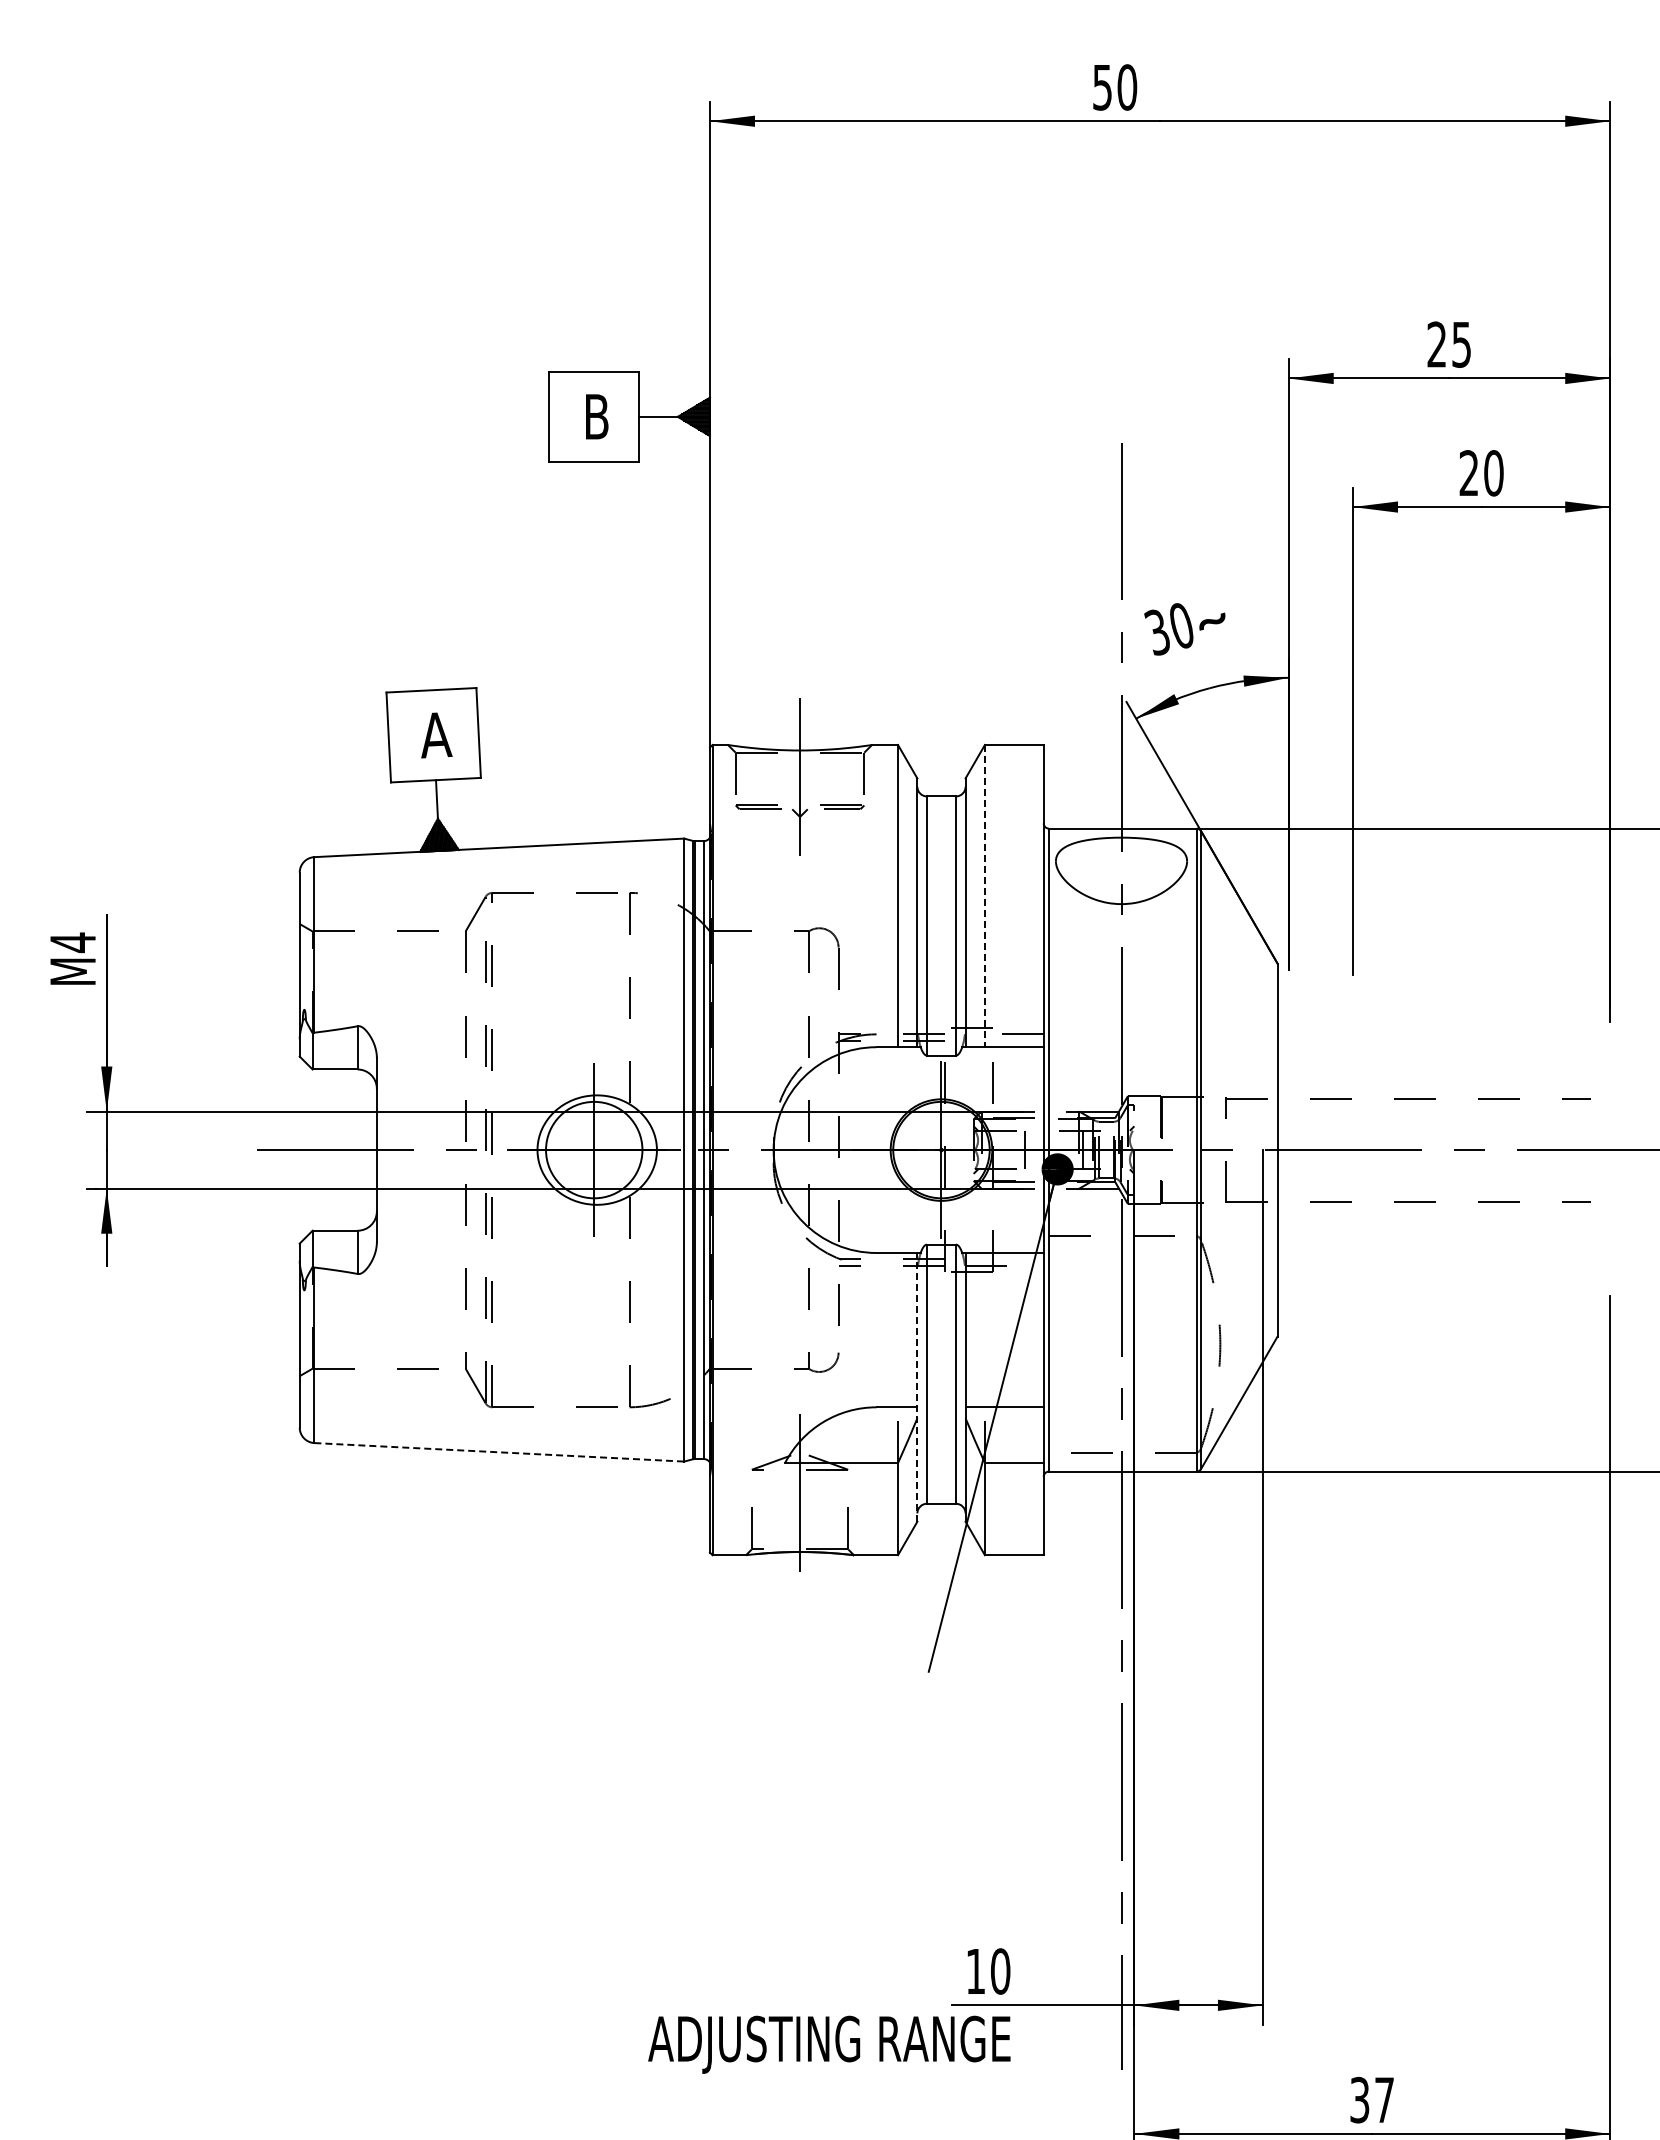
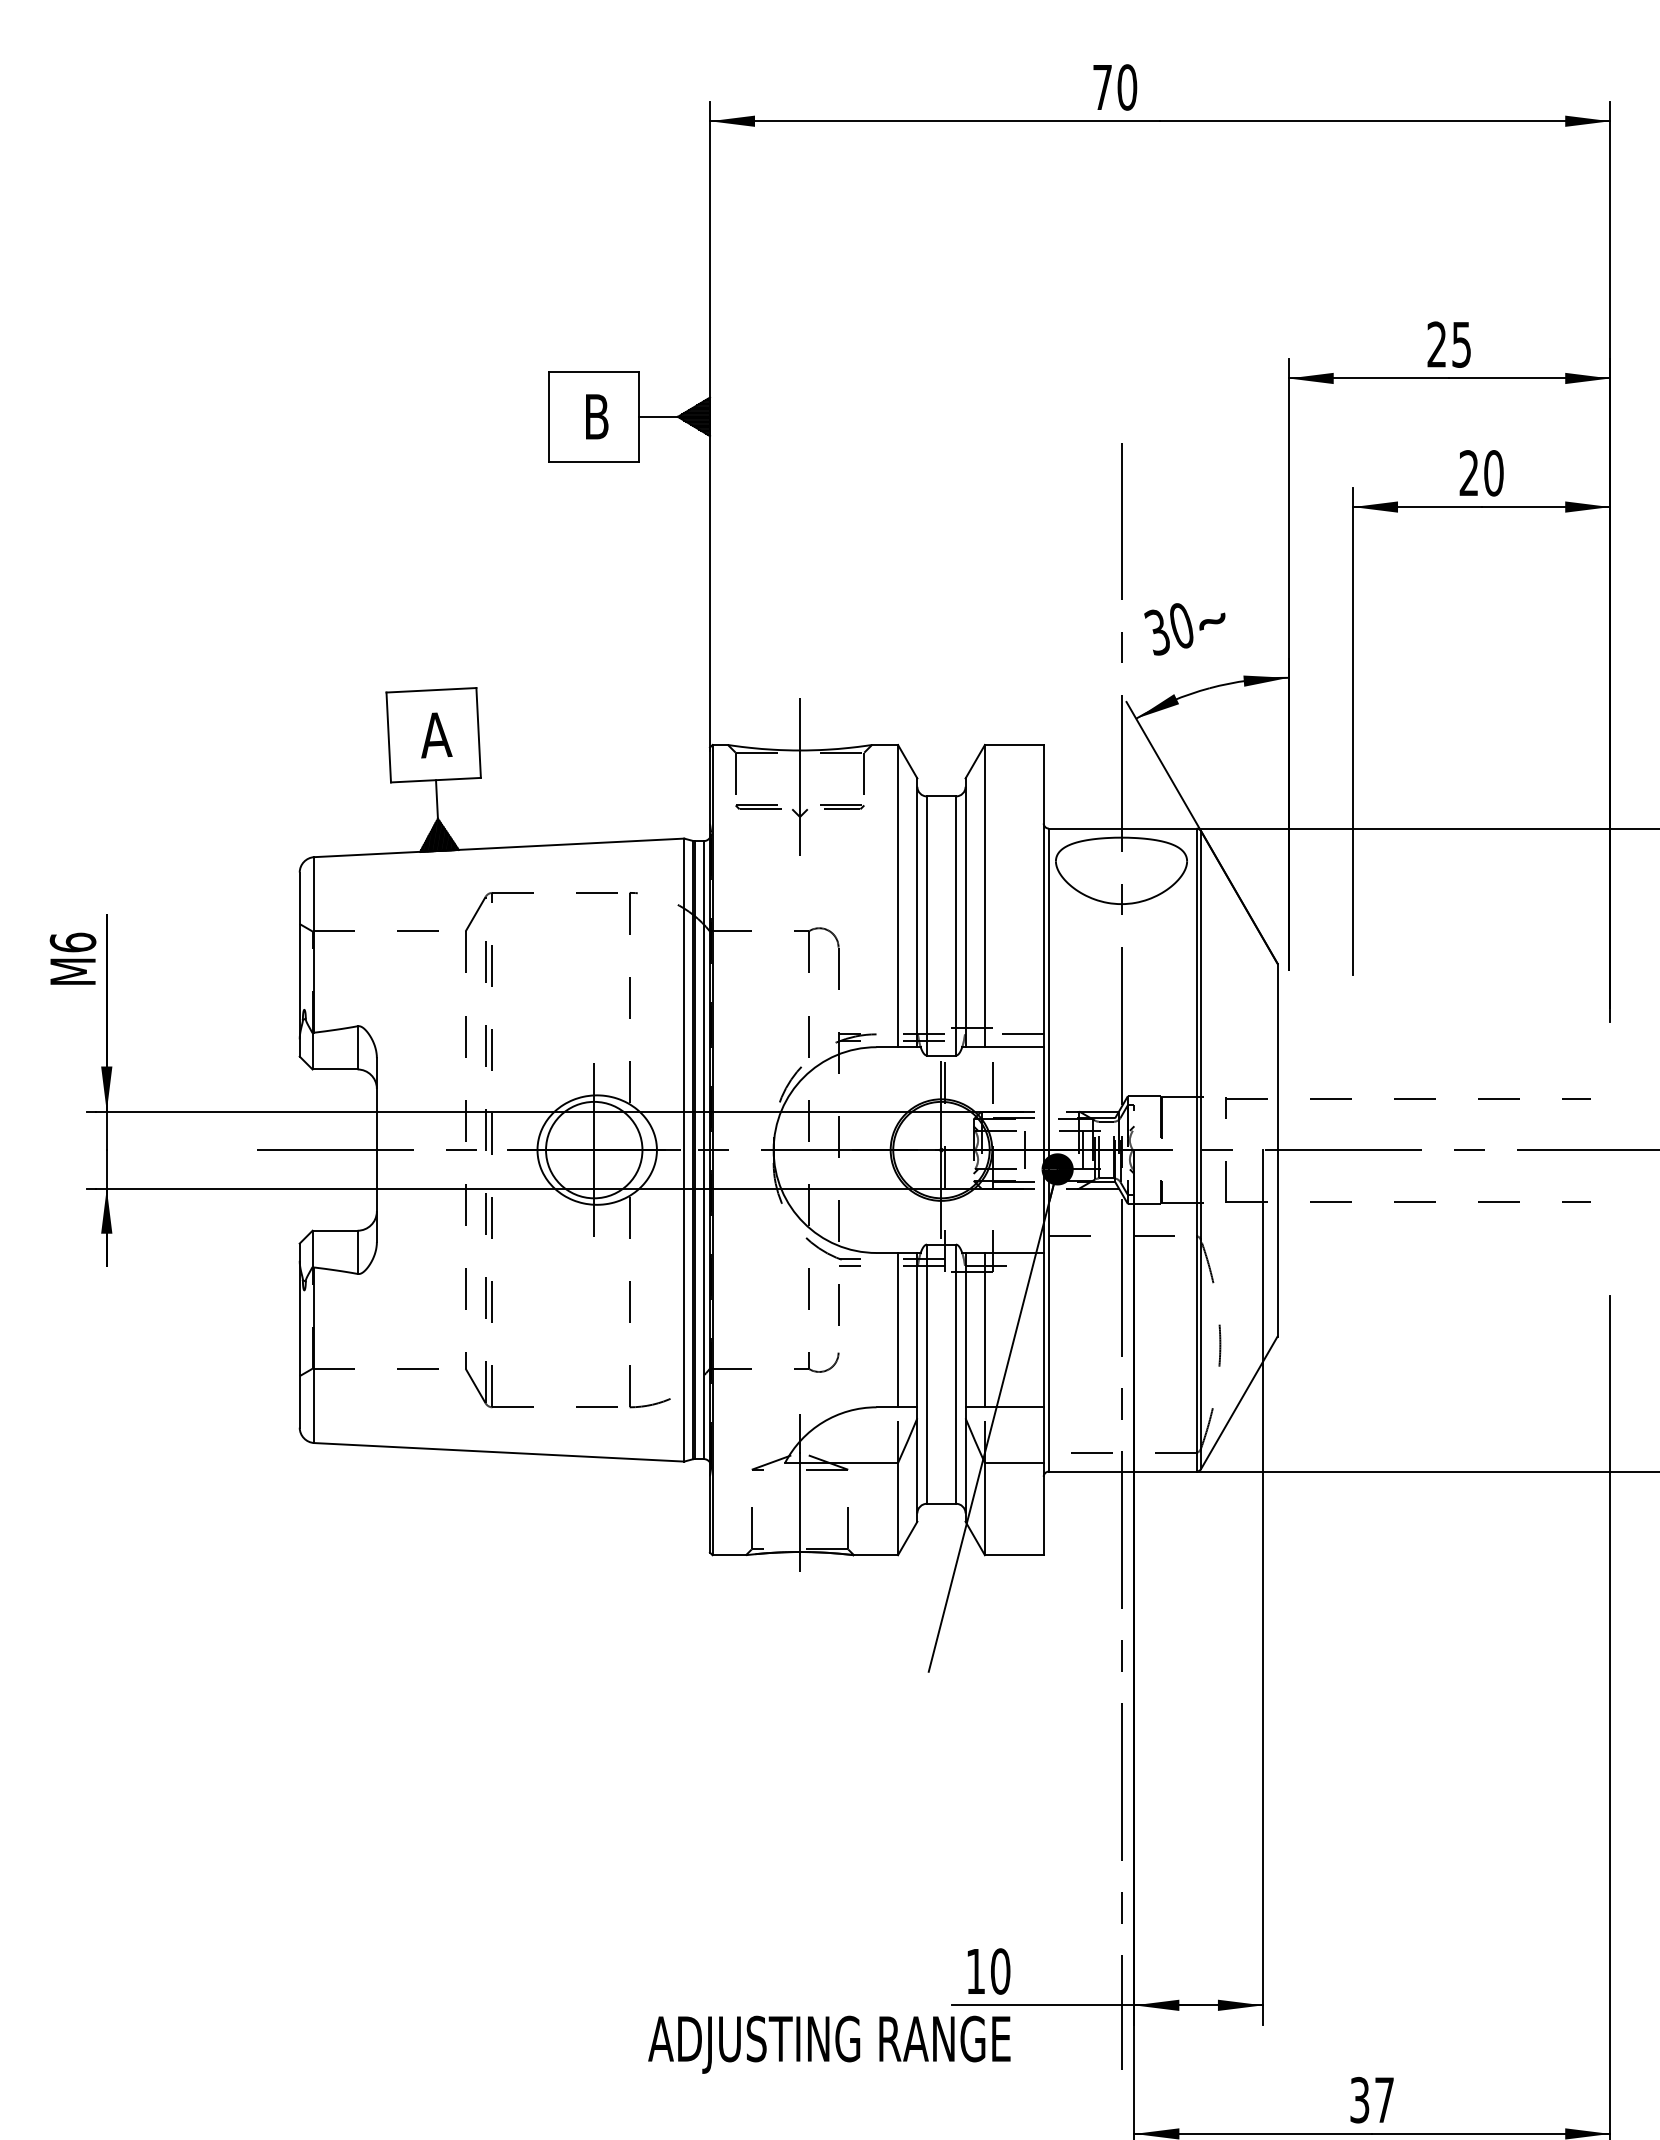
text at (1102, 87): 50 -> 70
line at (984, 896): dashed -> solid
text at (72, 942): M4 -> M6
line at (898, 1329): none -> present
line at (984, 1329): none -> present
line at (917, 1386): dashed -> solid
line at (499, 1452): dashed -> solid
